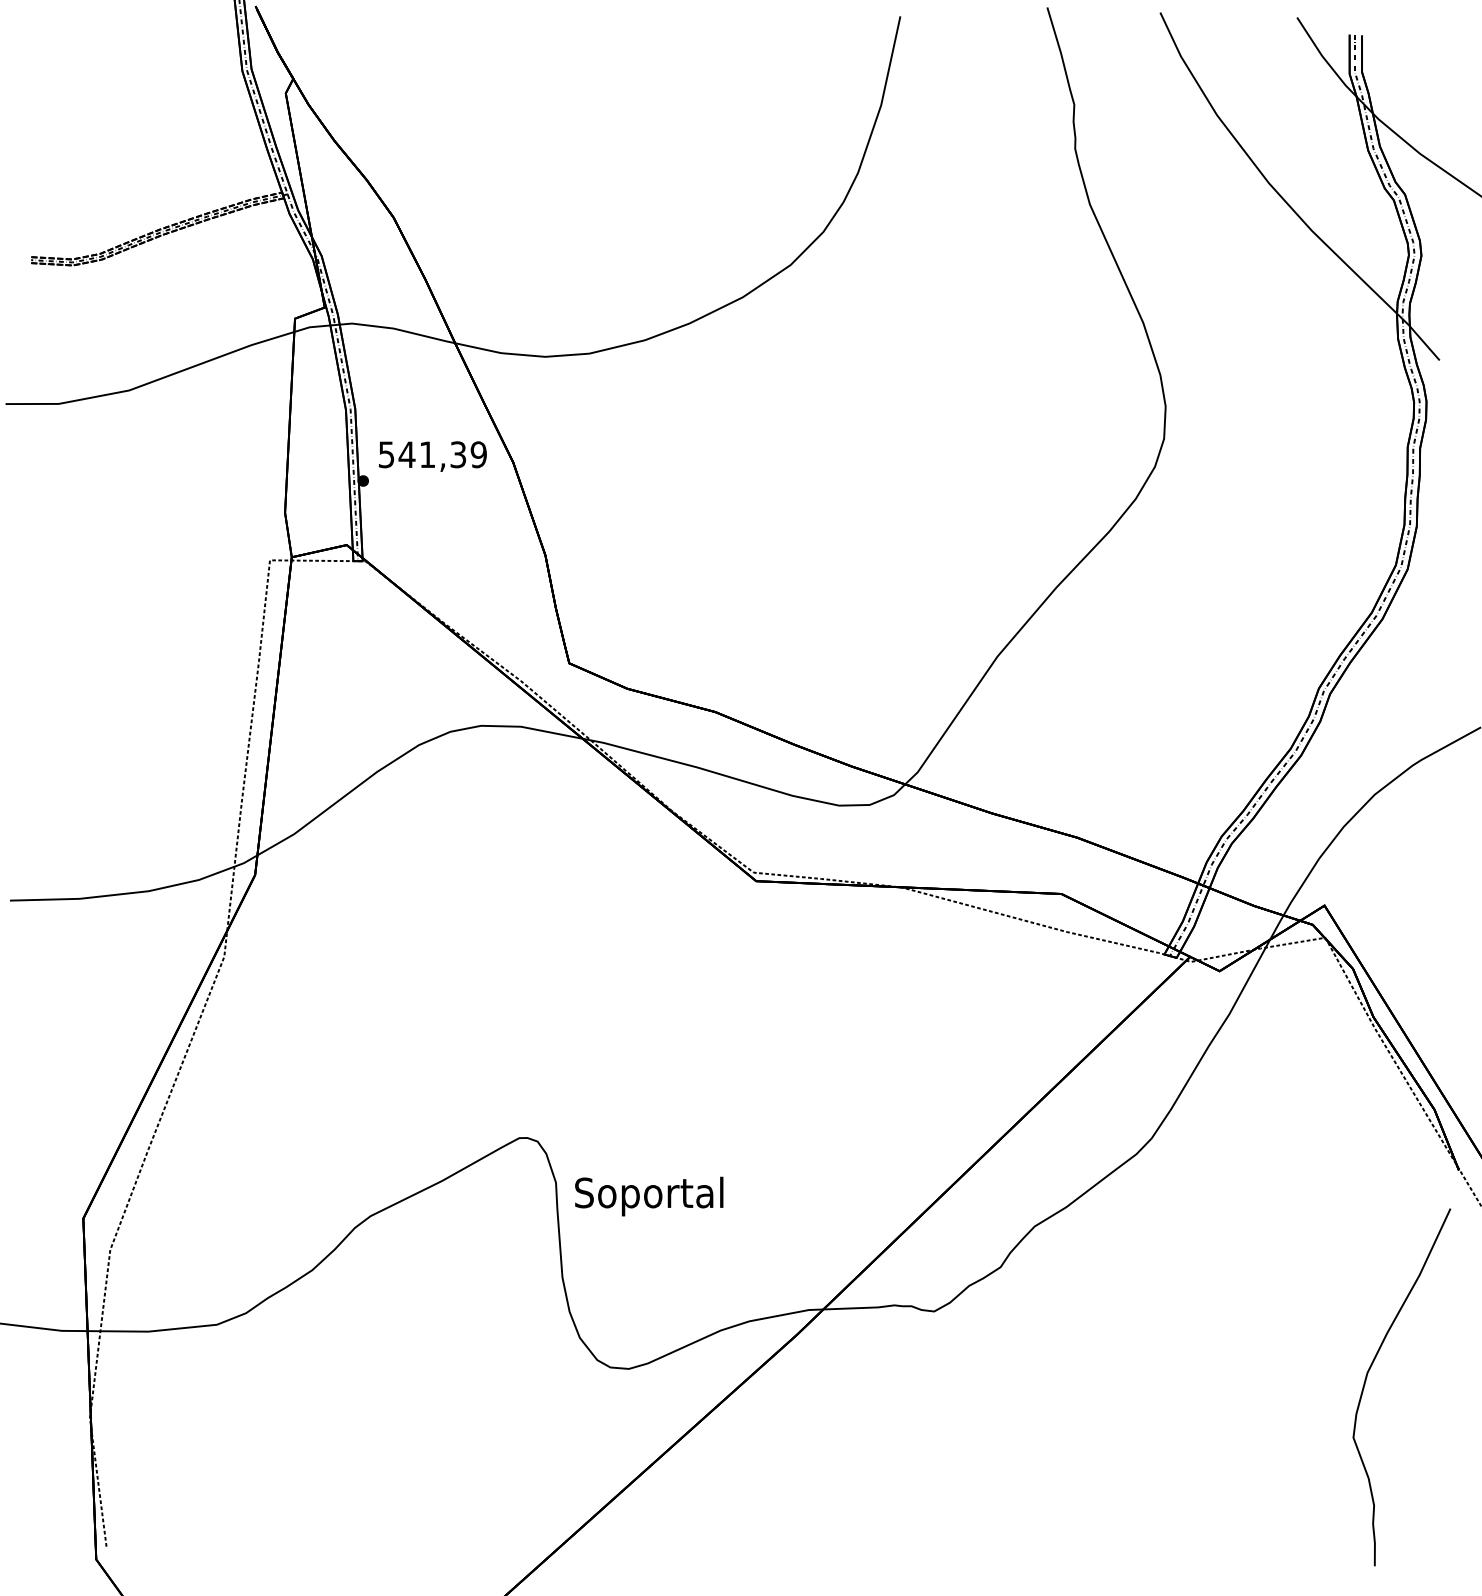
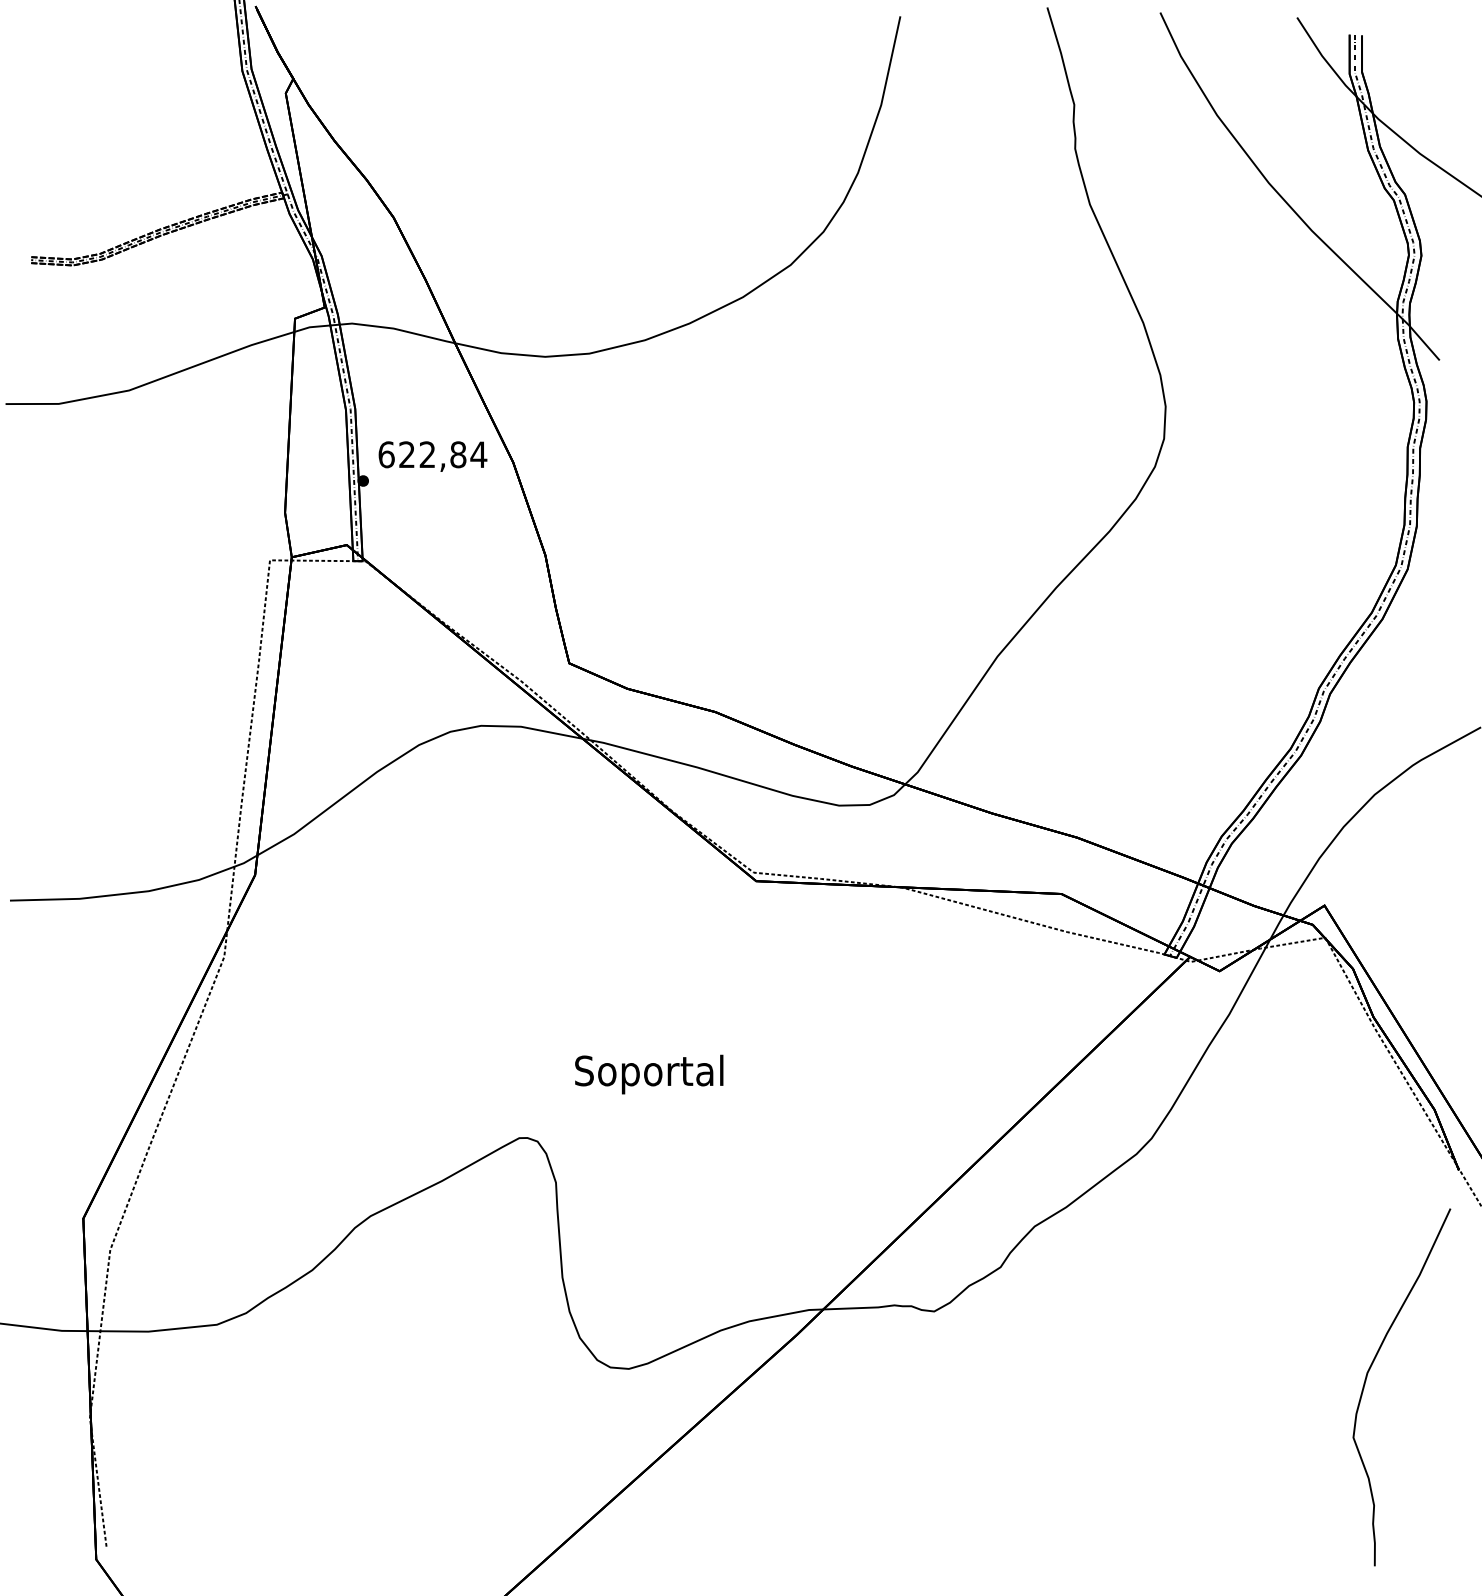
text at (432, 454): 541,39 -> 622,84
text at (649, 1196) position: (649, 1196) -> (649, 1074)
